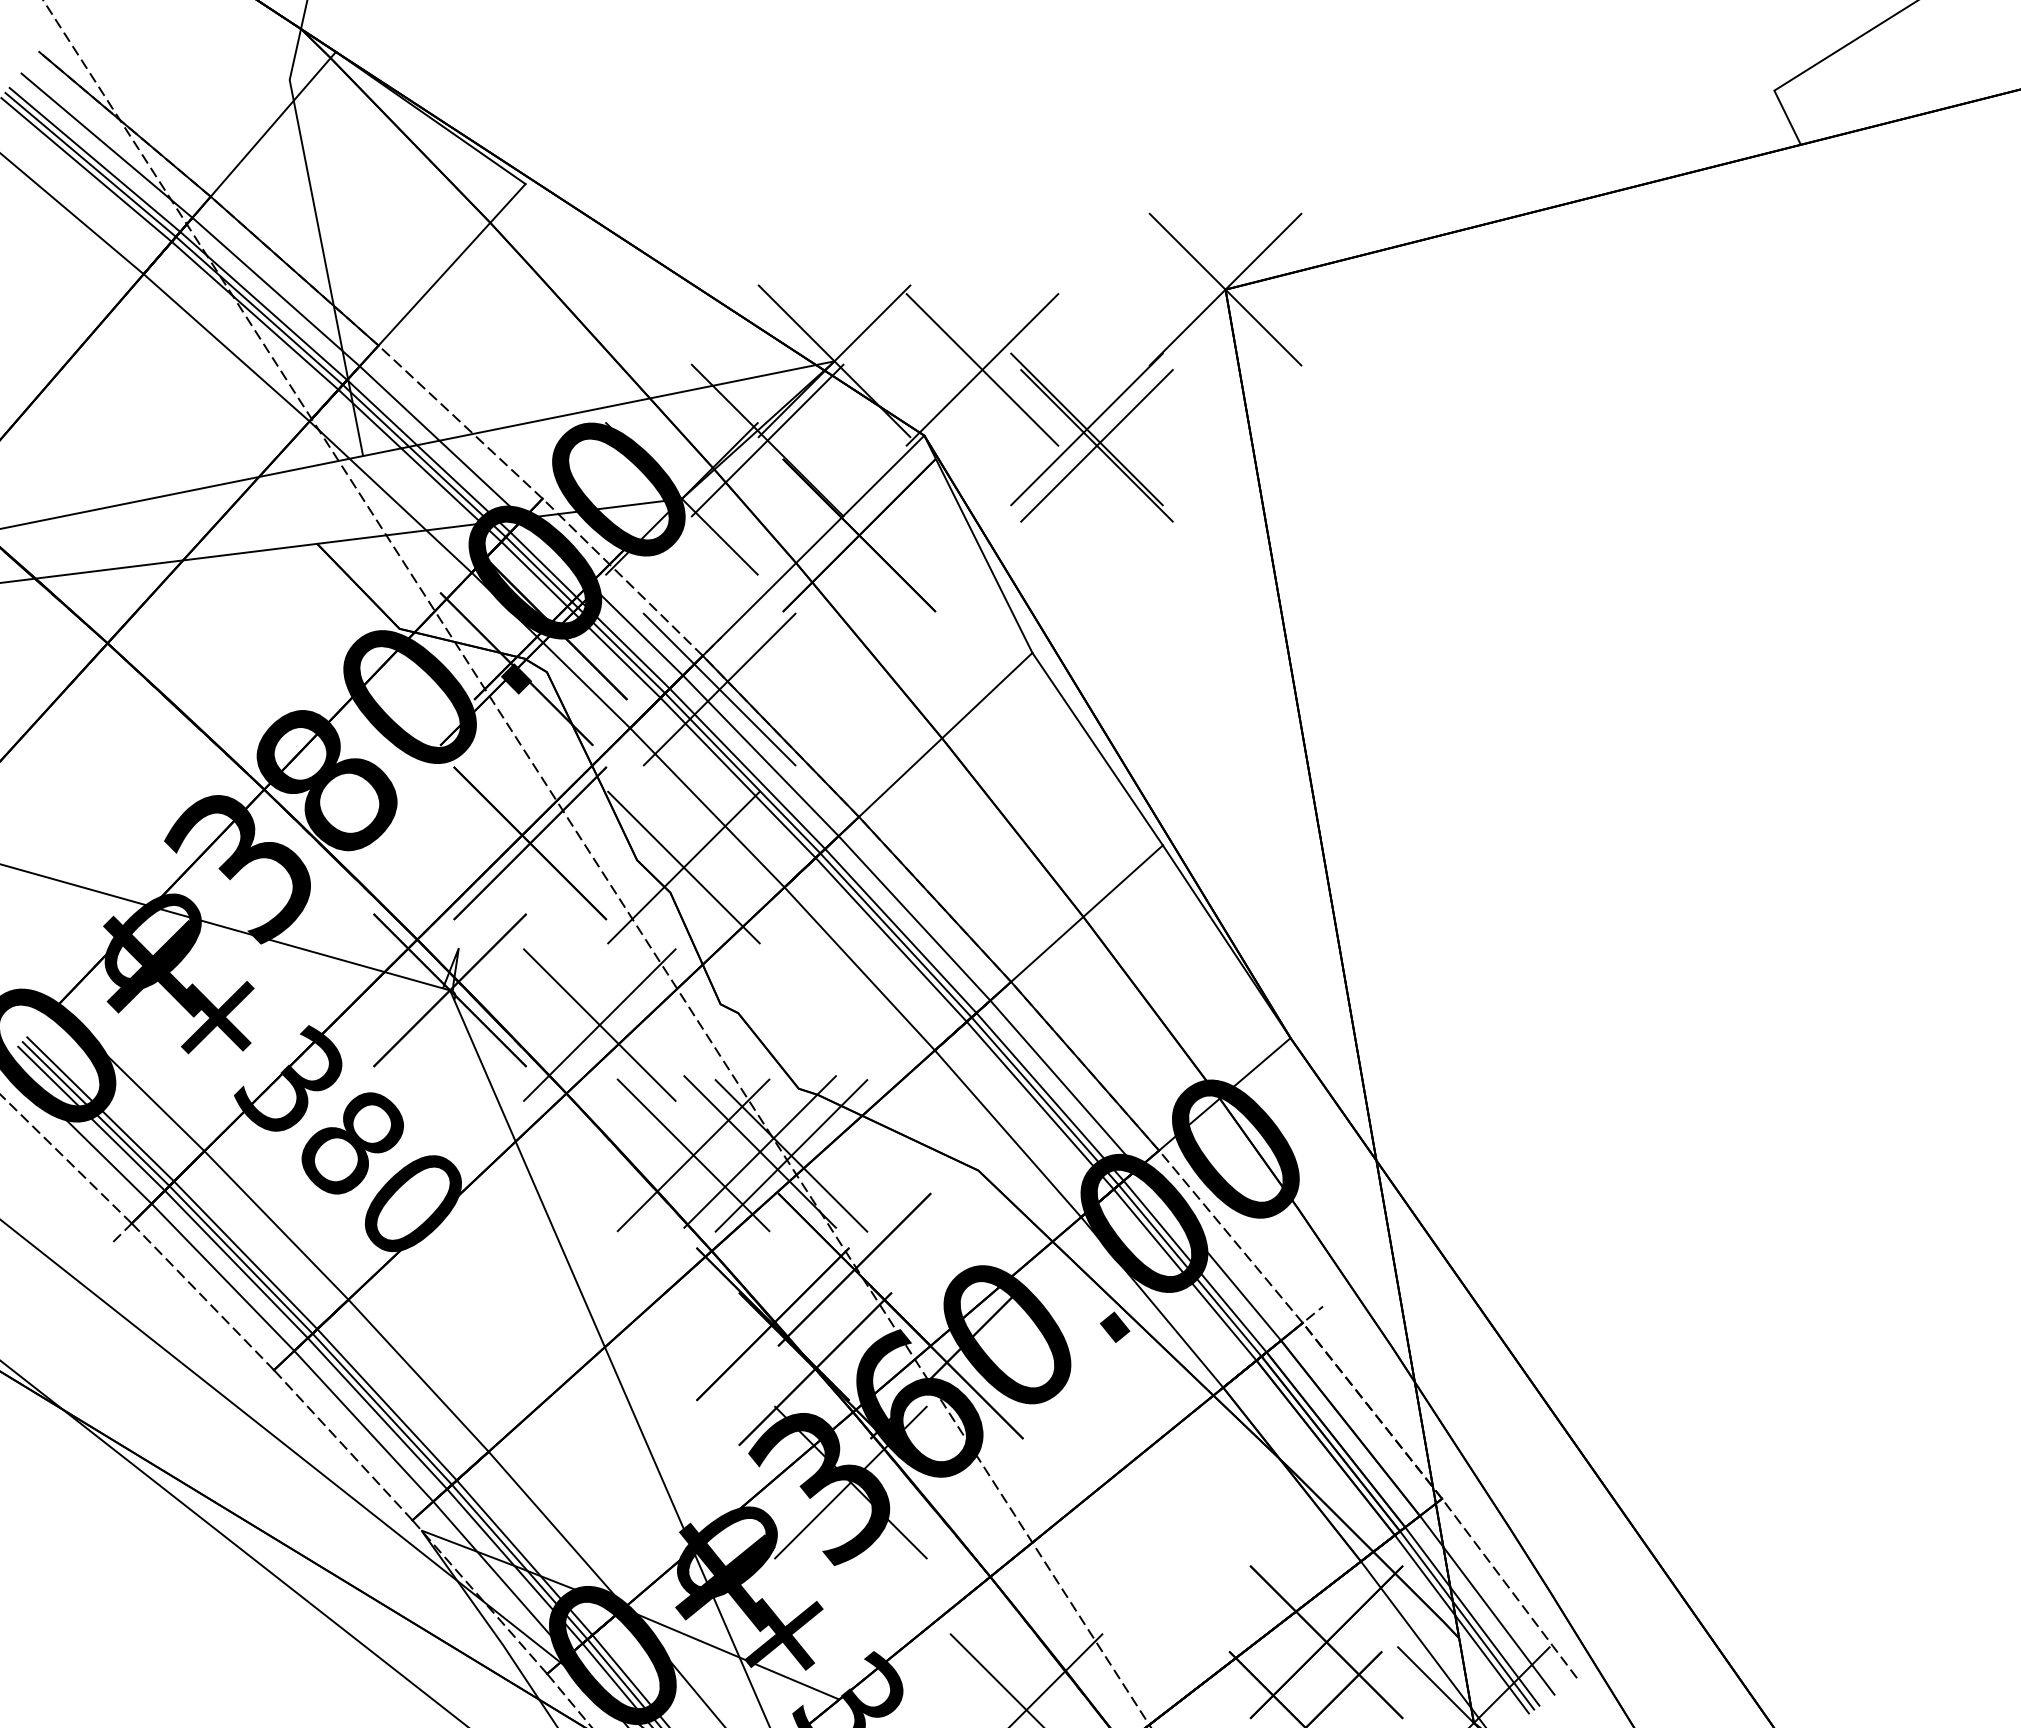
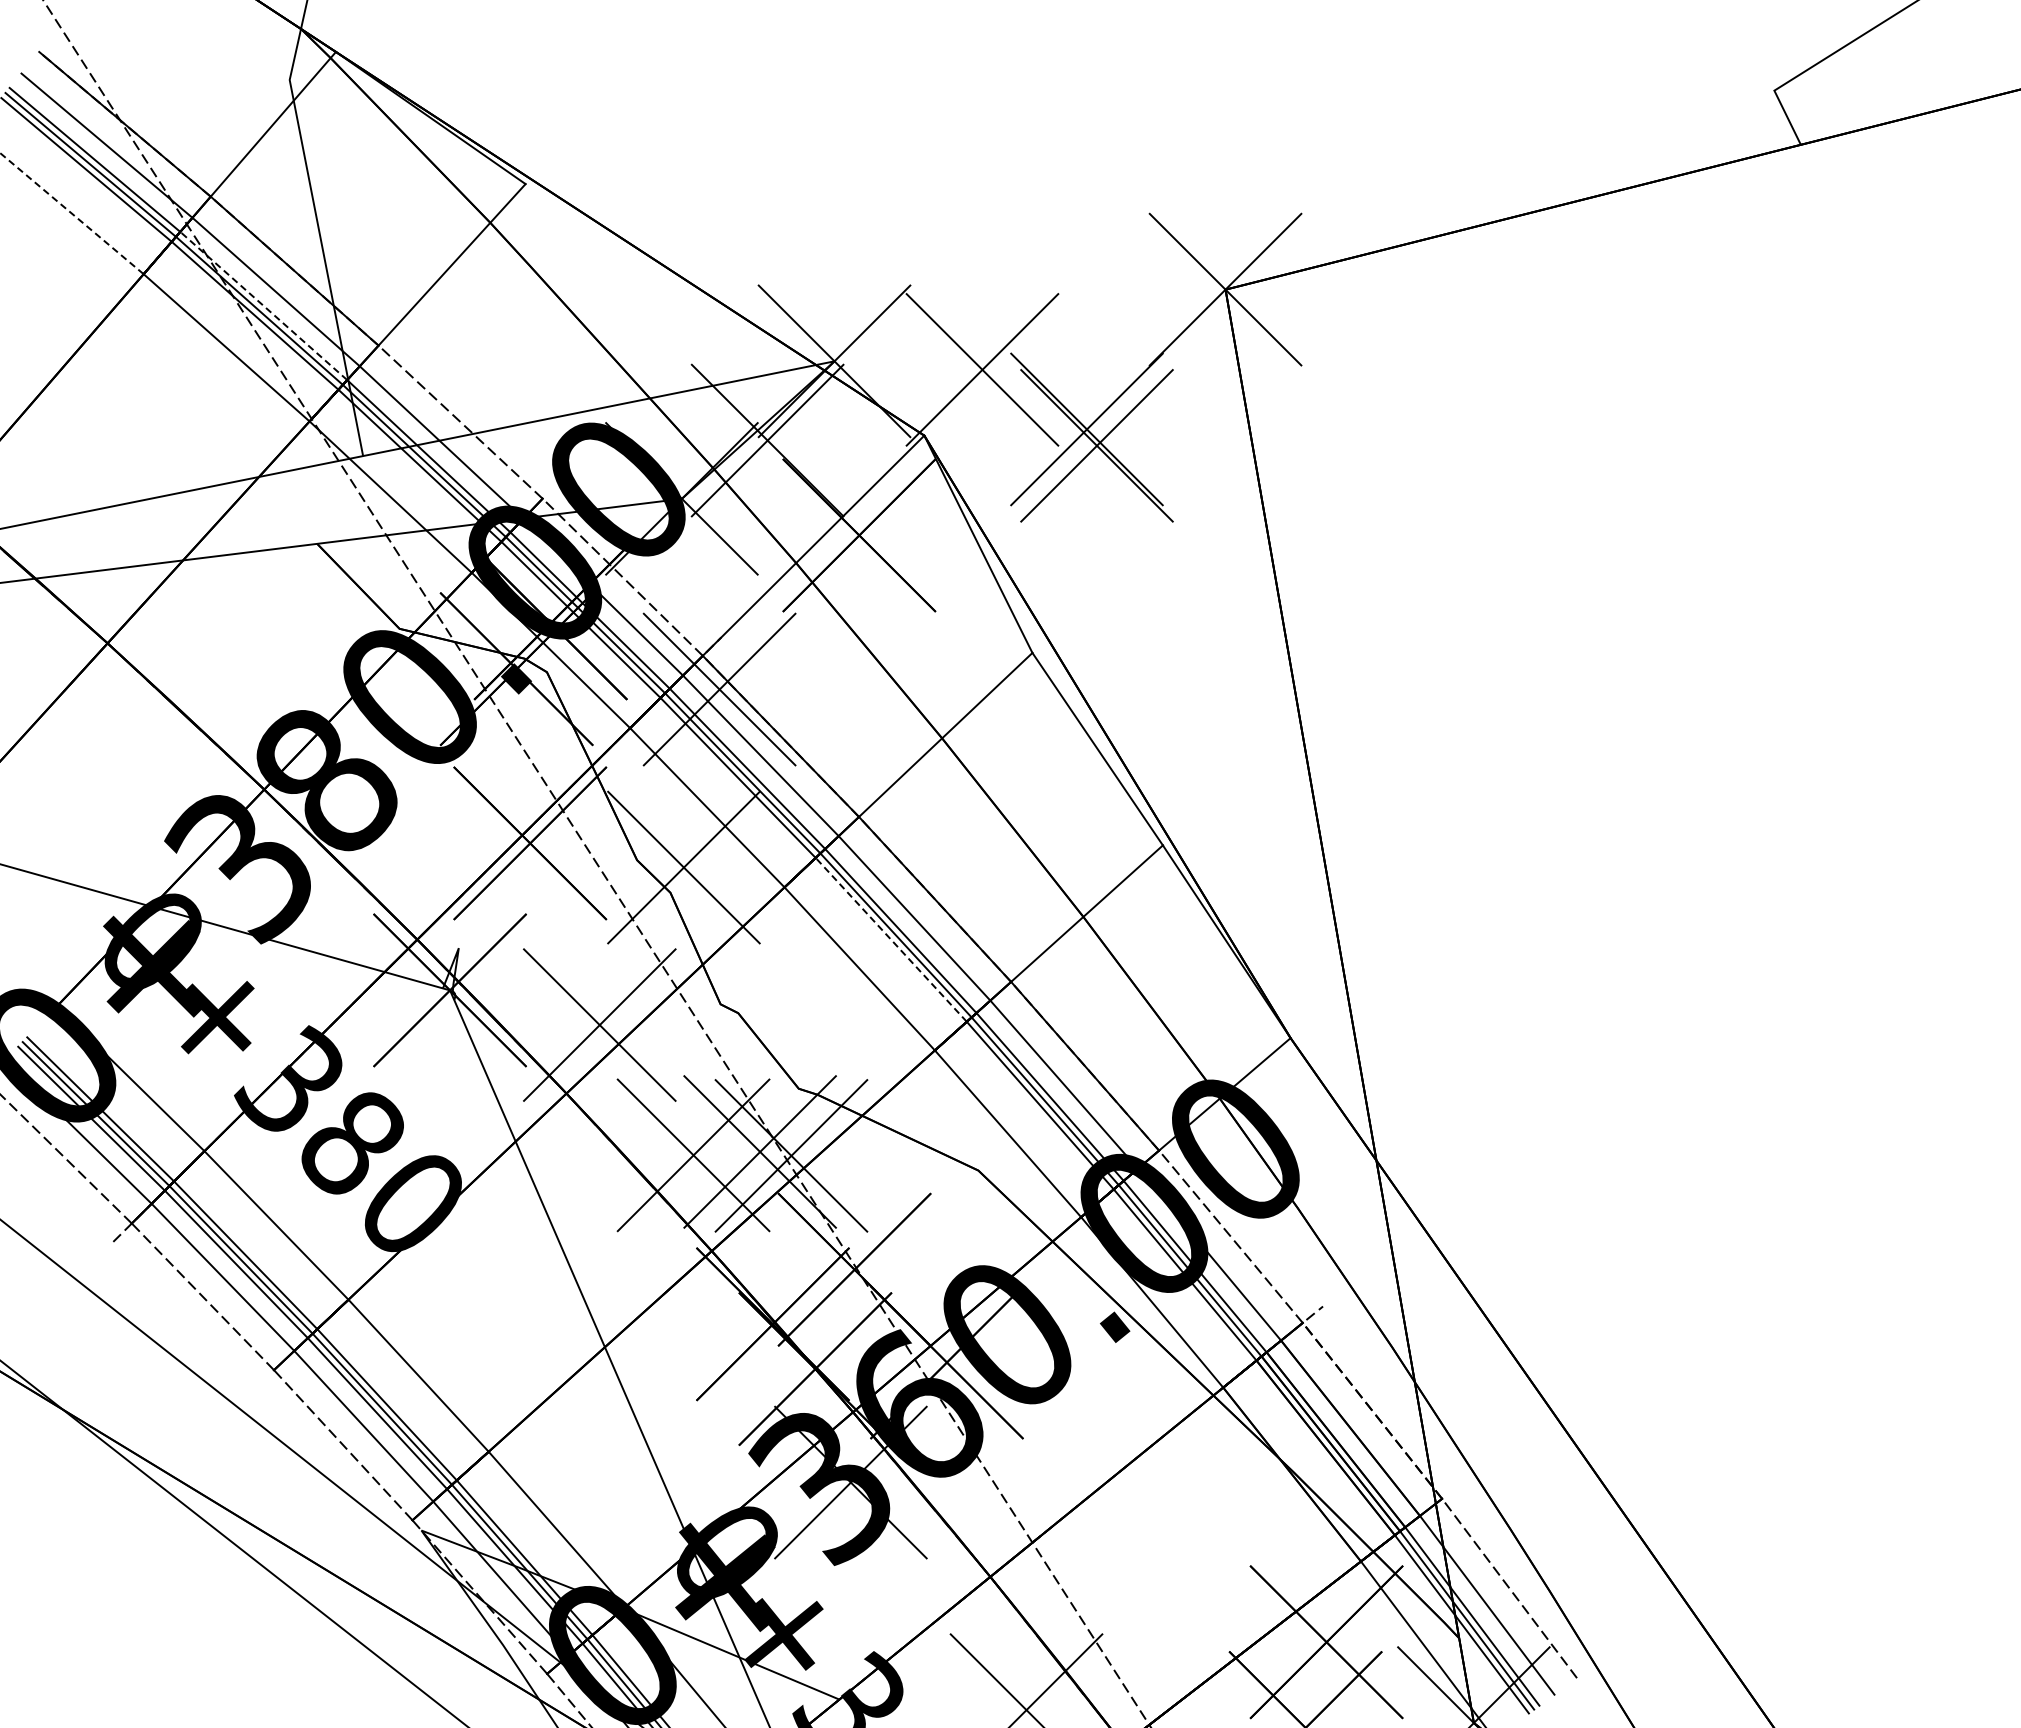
line at (71, 213): solid -> dashed
line at (263, 305): solid -> dashed
line at (890, 939): solid -> dashed
